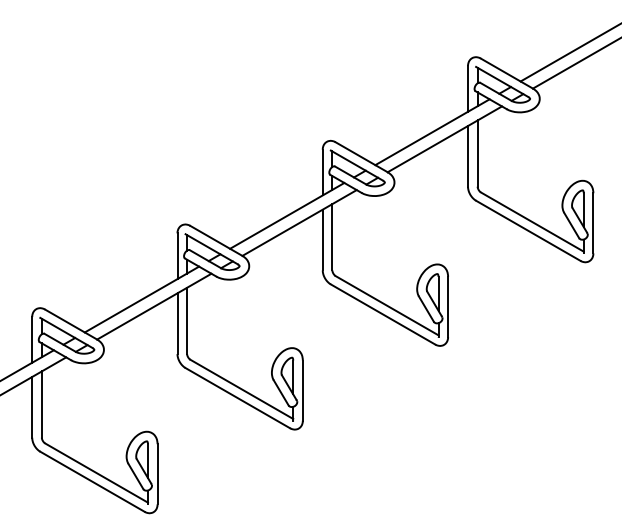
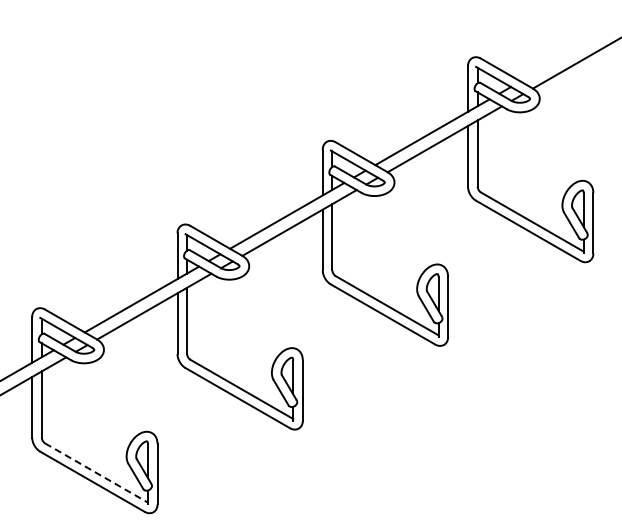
line at (569, 53): present -> none
line at (96, 473): solid -> dashed
